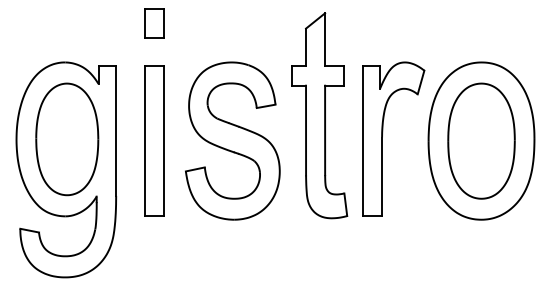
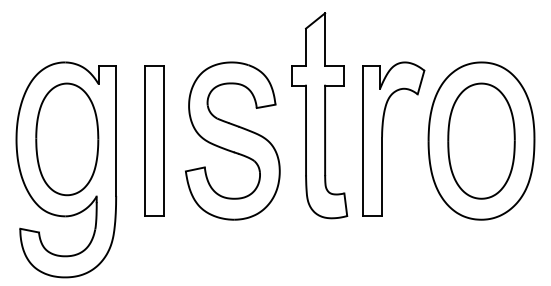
part at (154, 23): present -> none
